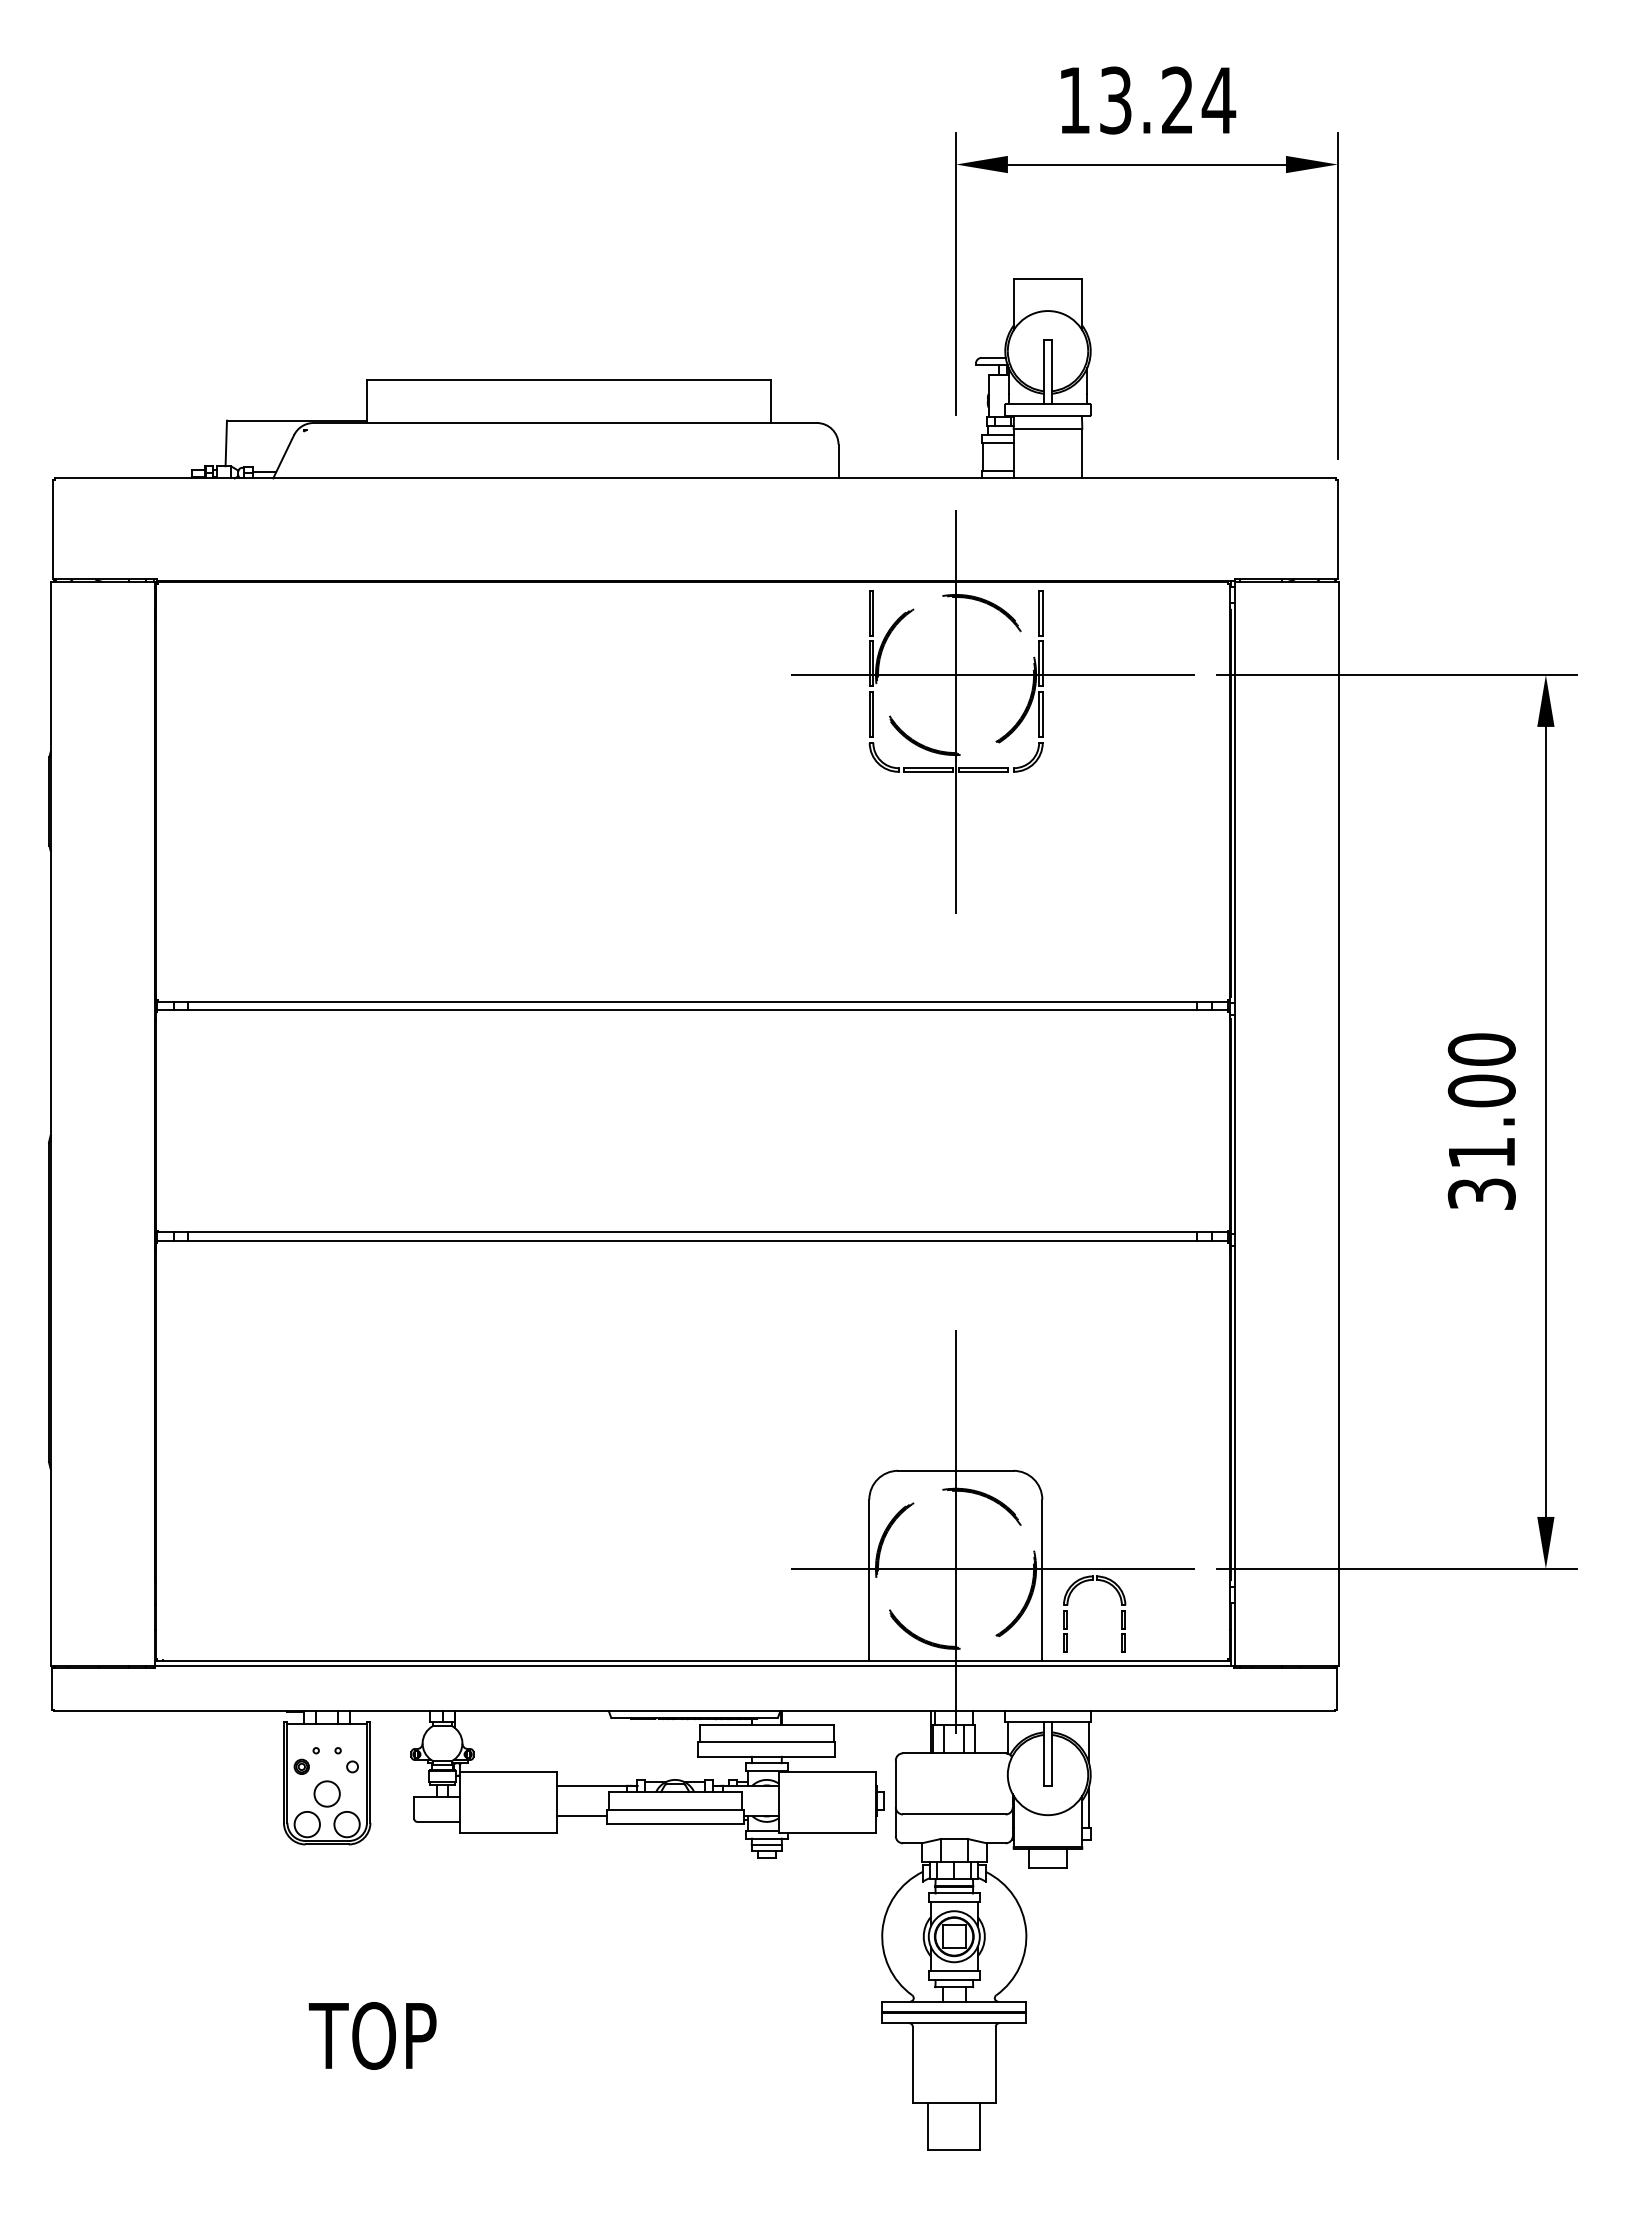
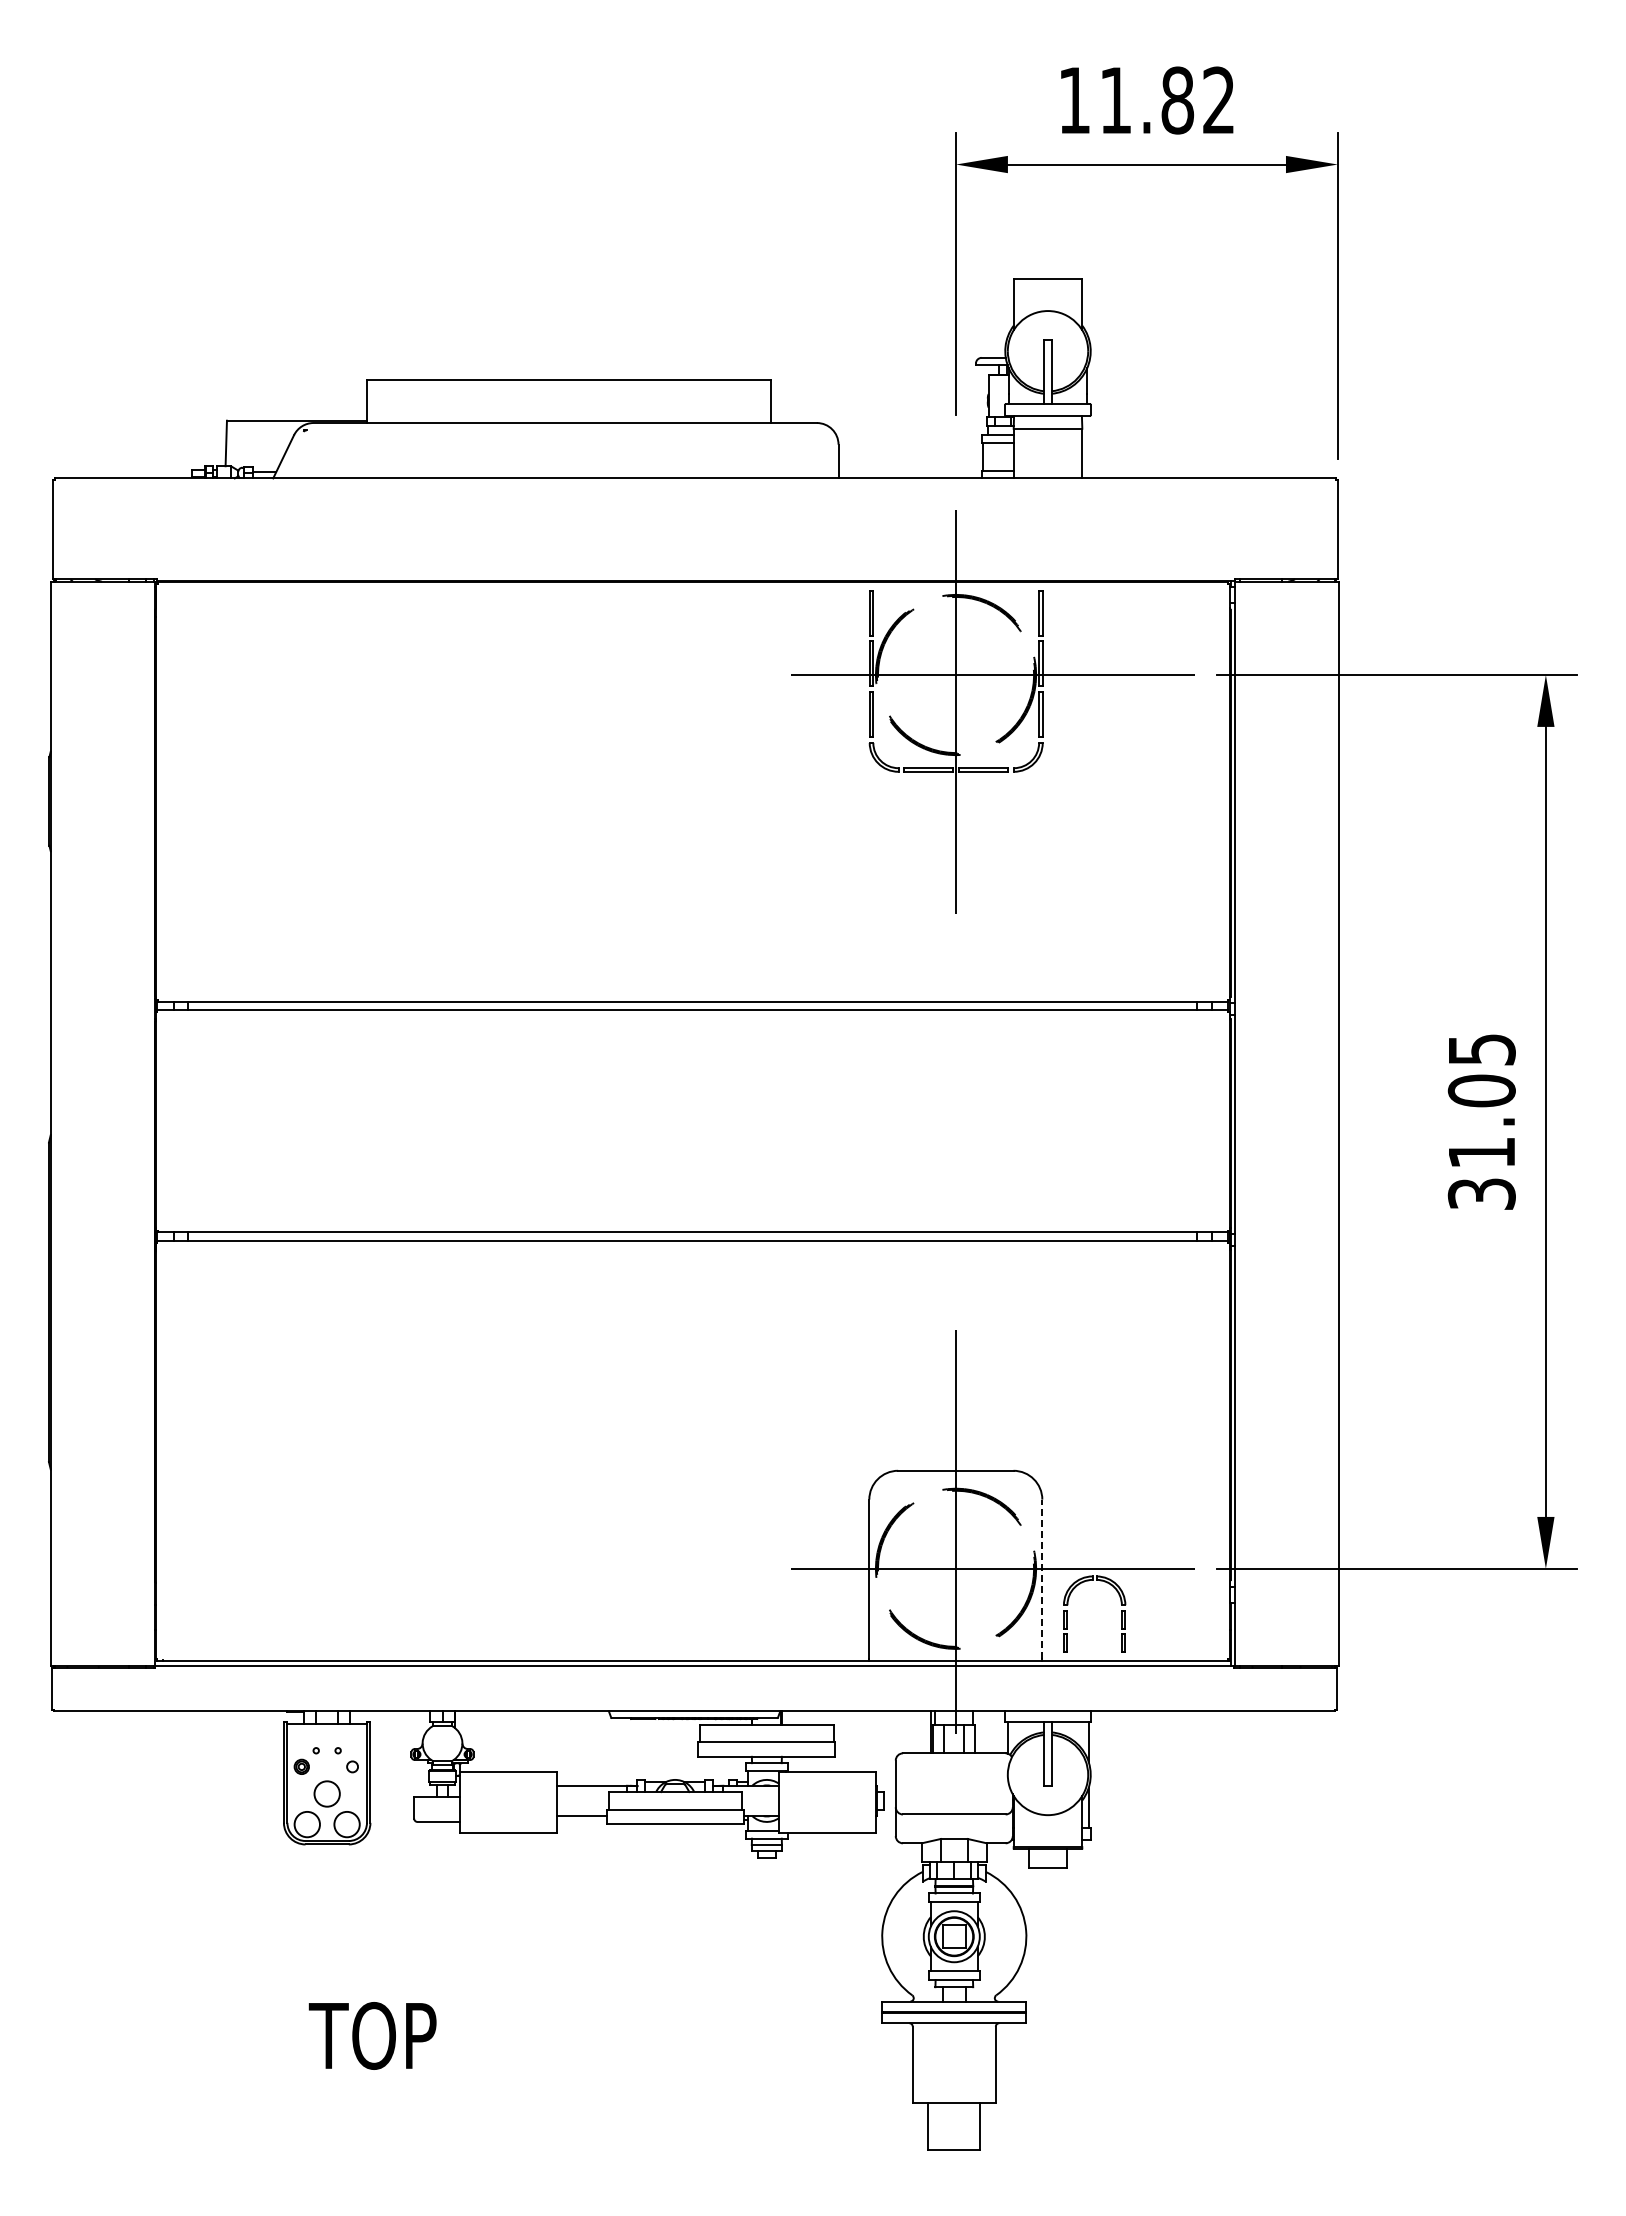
text at (1168, 100): 13.24 -> 11.82
text at (1481, 1049): 31.00 -> 31.05
line at (1042, 1579): solid -> dashed
